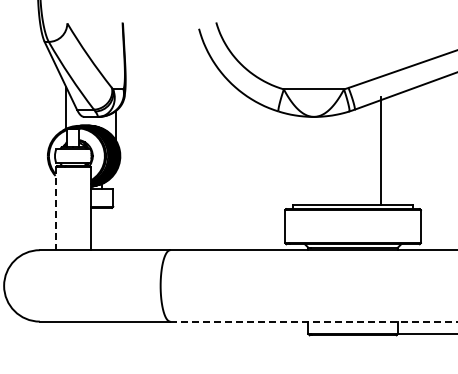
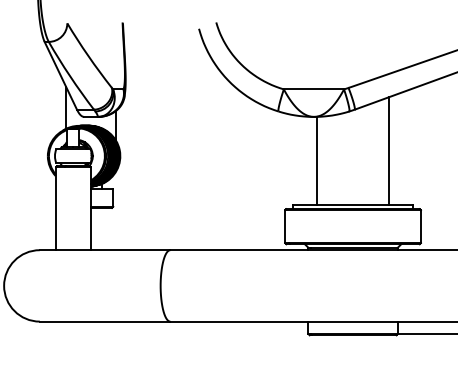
line at (380, 150) position: (380, 150) -> (388, 150)
line at (317, 160): none -> present
line at (55, 208): dashed -> solid
line at (313, 321): dashed -> solid
